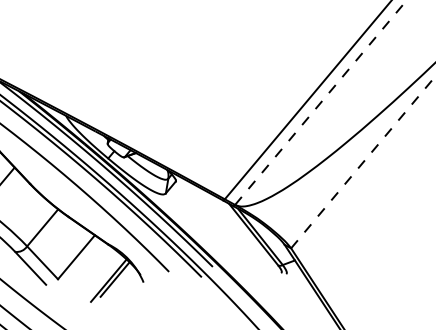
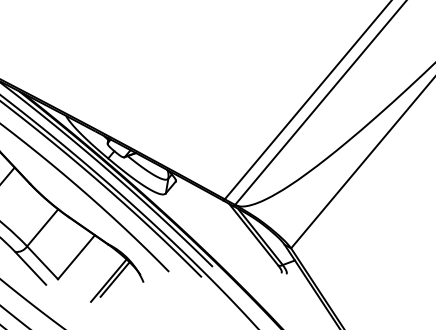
line at (321, 102): dashed -> solid
line at (363, 161): dashed -> solid
